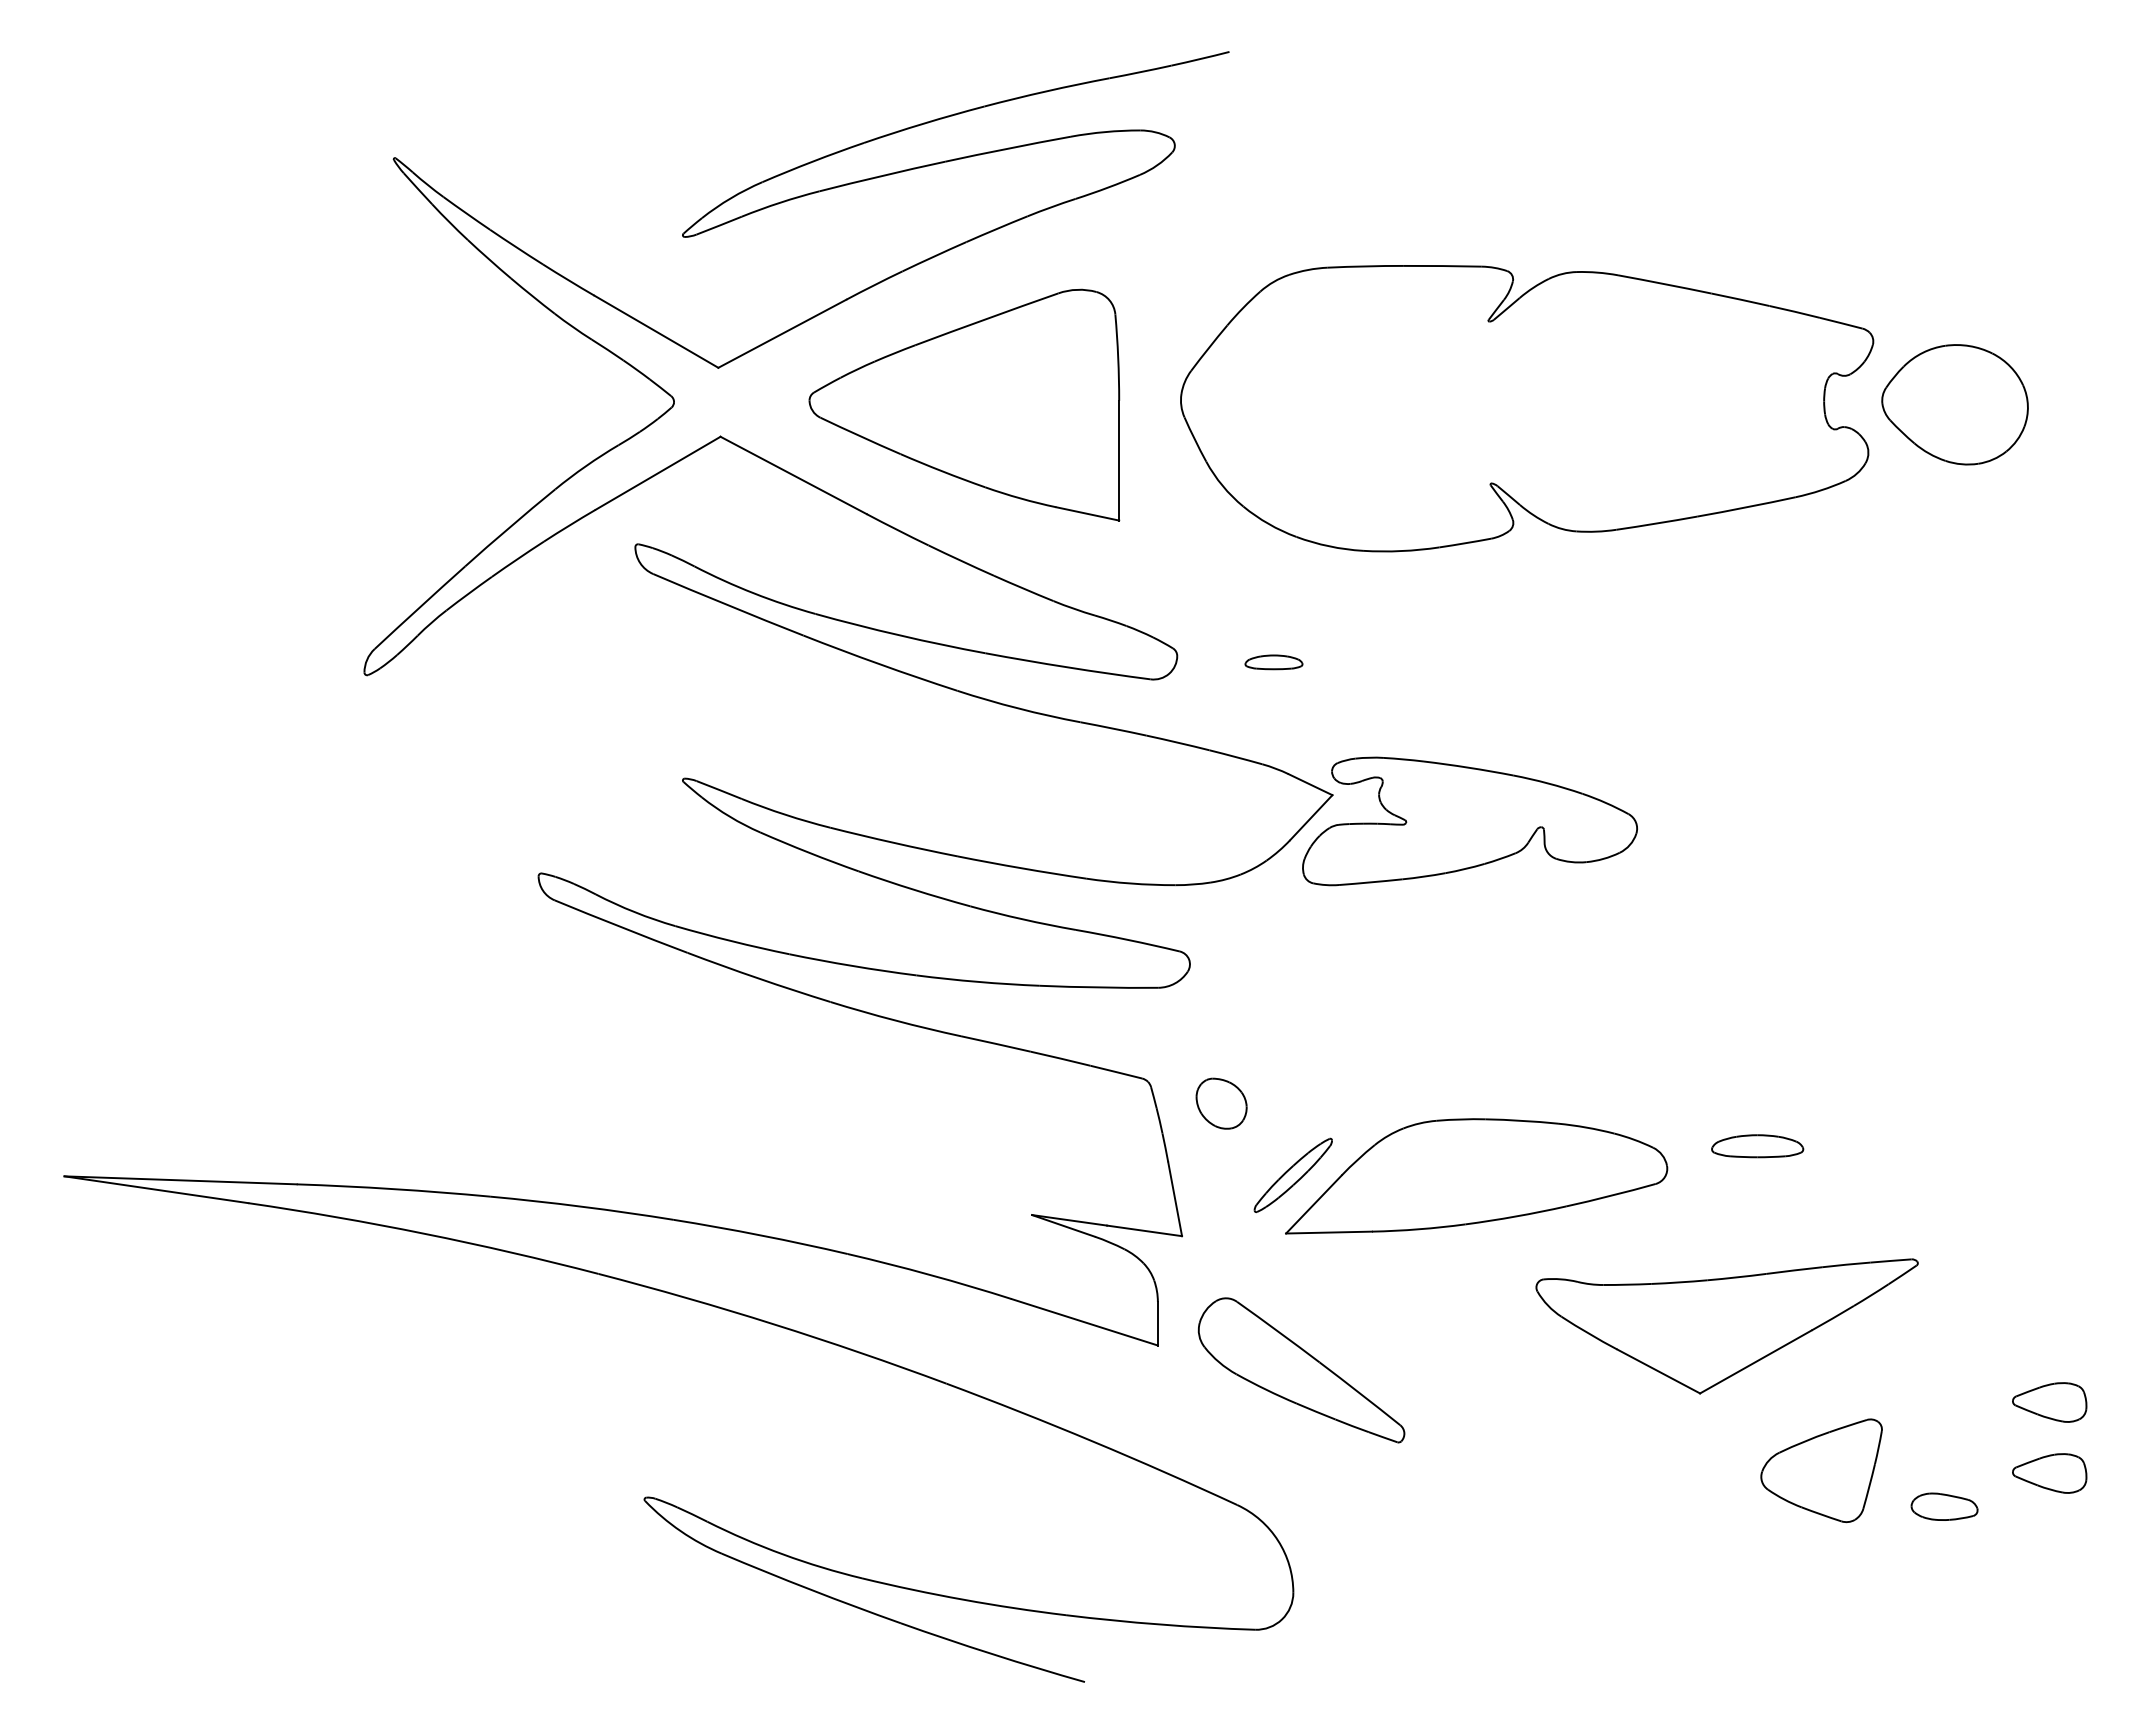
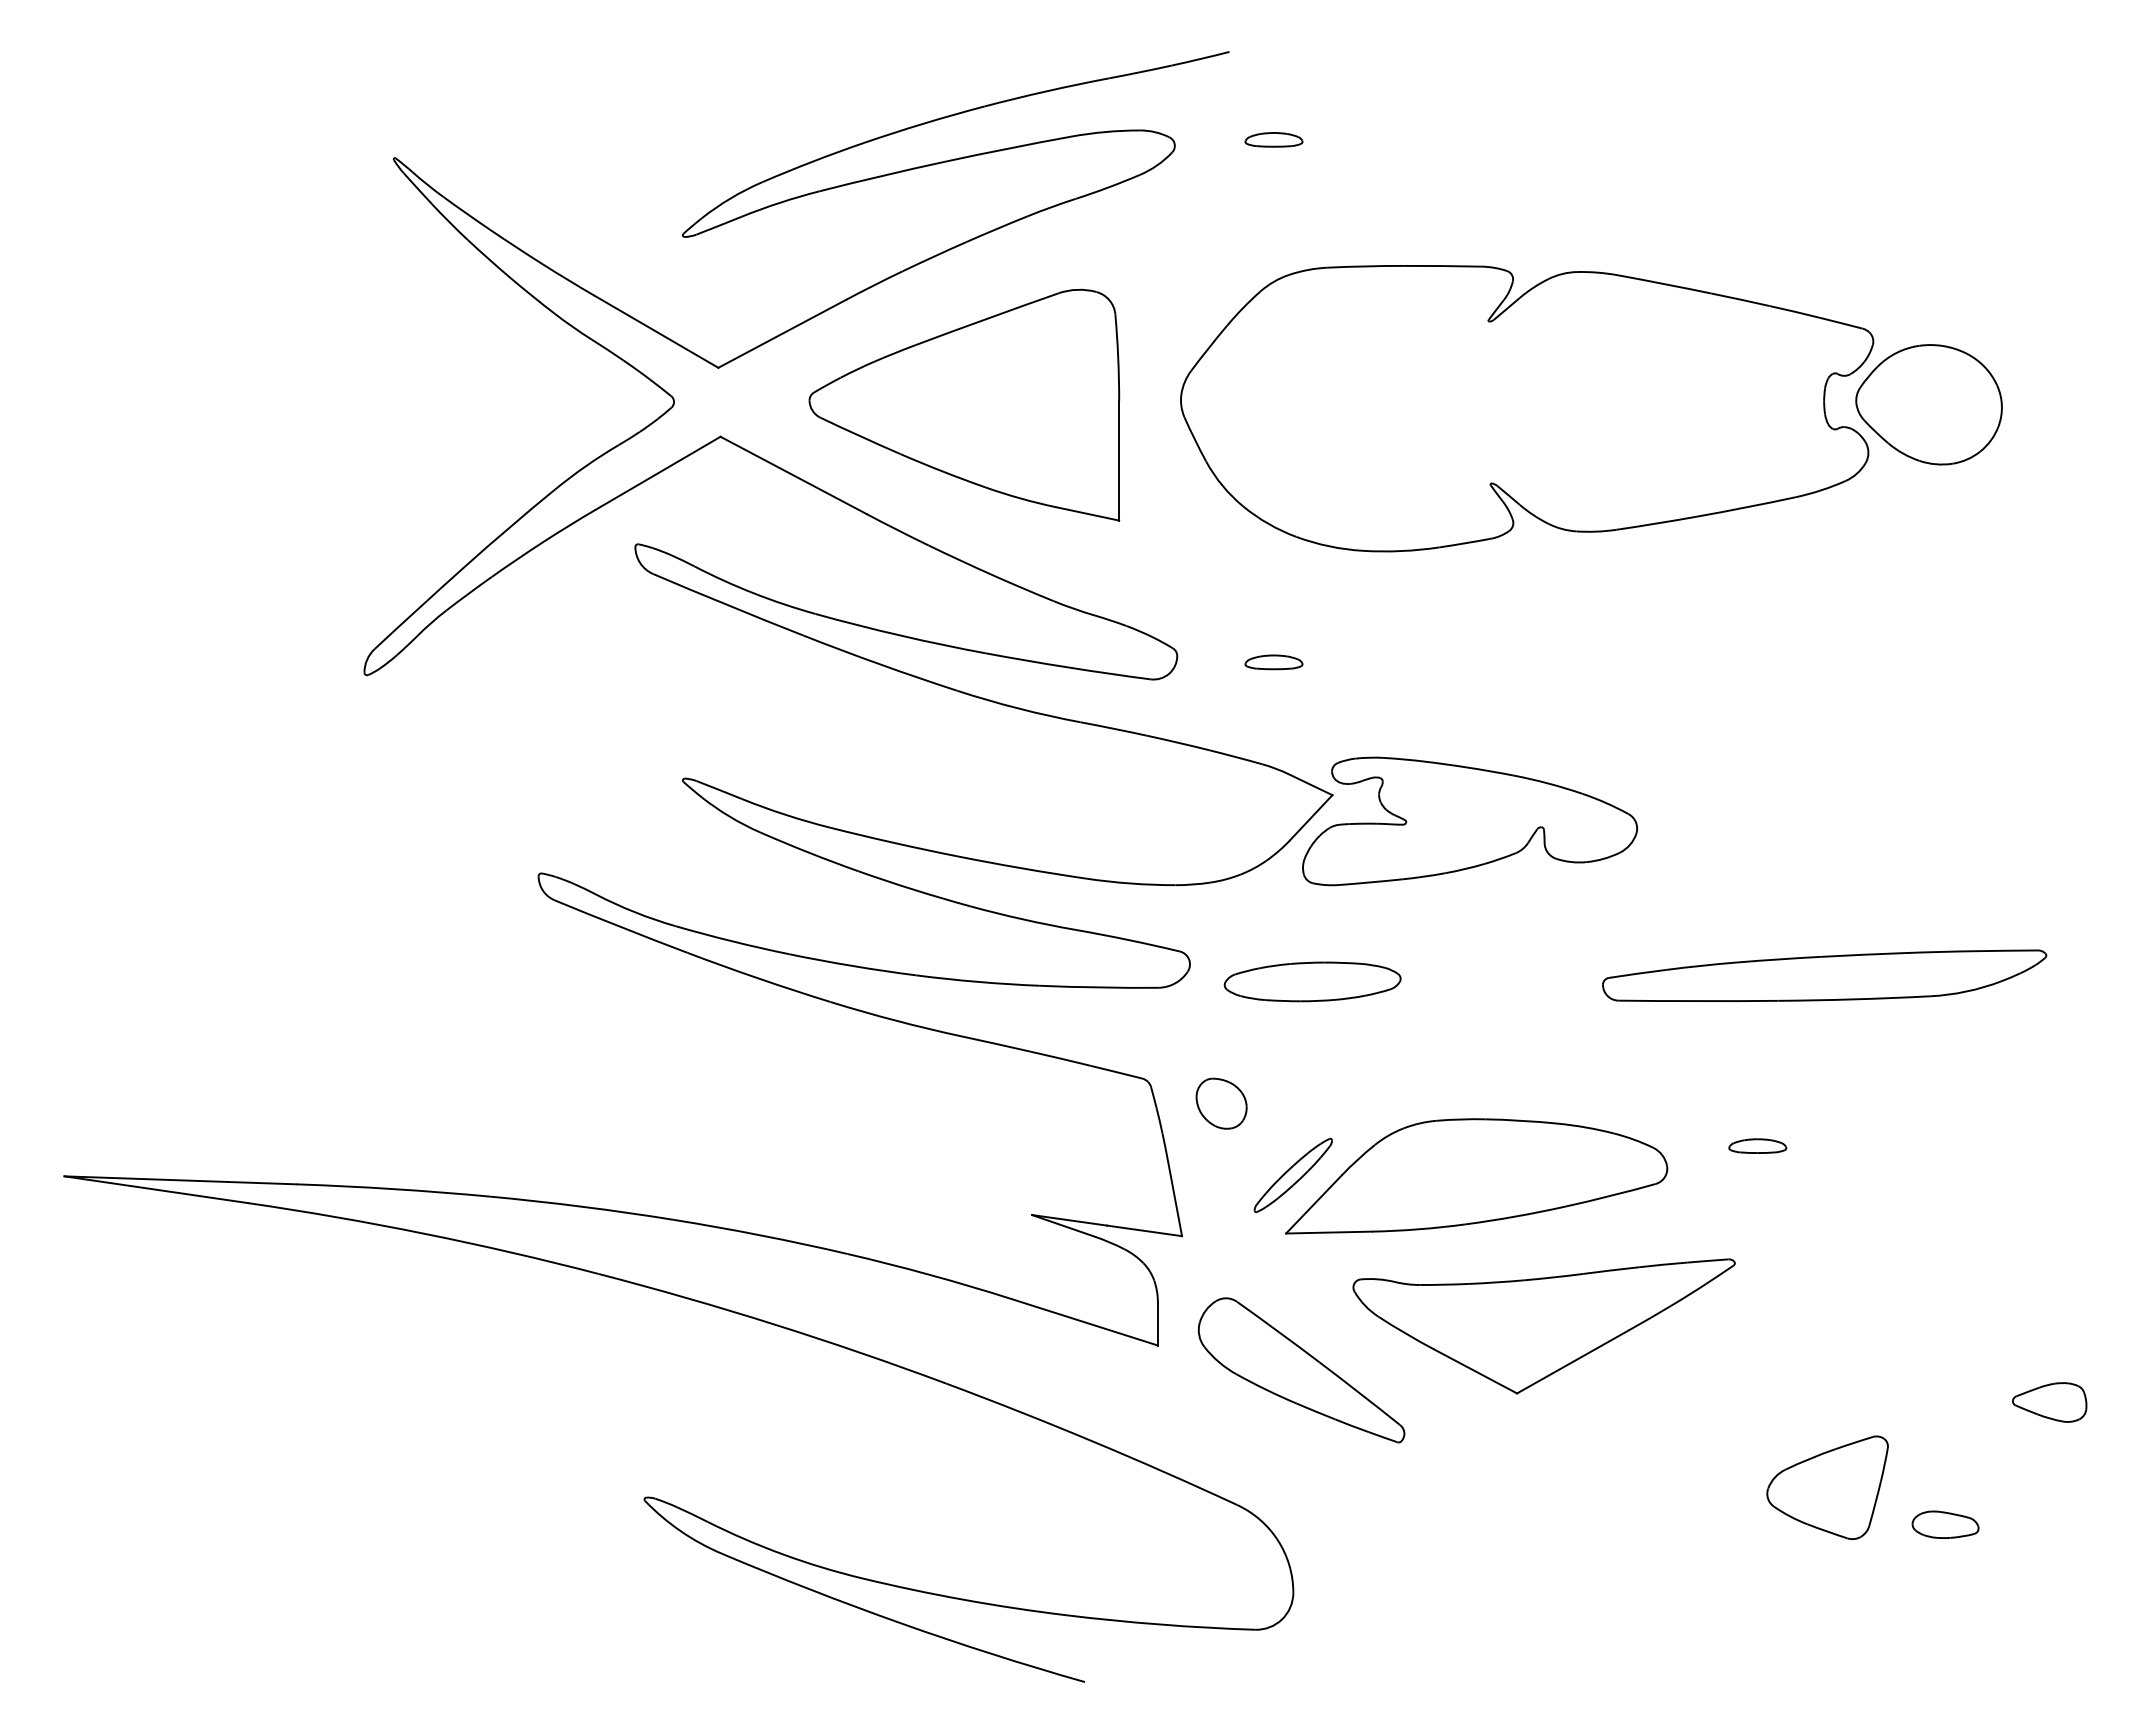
part at (1273, 139): none -> present
part at (1954, 404) position: (1954, 404) -> (1928, 404)
part at (1824, 975): none -> present
part at (1312, 981): none -> present
part at (1757, 1146) size: 94x25 px -> 60x16 px
part at (1726, 1326) position: (1726, 1326) -> (1543, 1326)
part at (1821, 1470) position: (1821, 1470) -> (1827, 1487)
part at (2049, 1473): present -> none
part at (1944, 1506) position: (1944, 1506) -> (1945, 1524)
